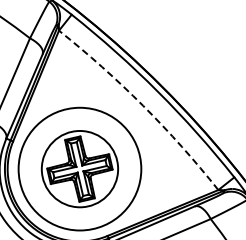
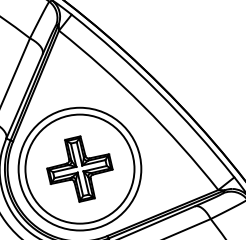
arc at (143, 105): dashed -> solid
circle at (79, 168) diameter: 76 px -> 109 px
